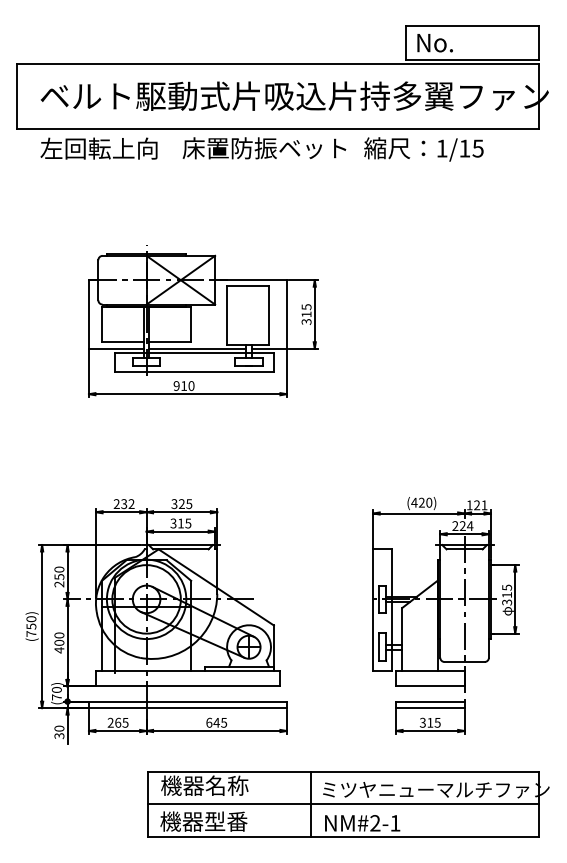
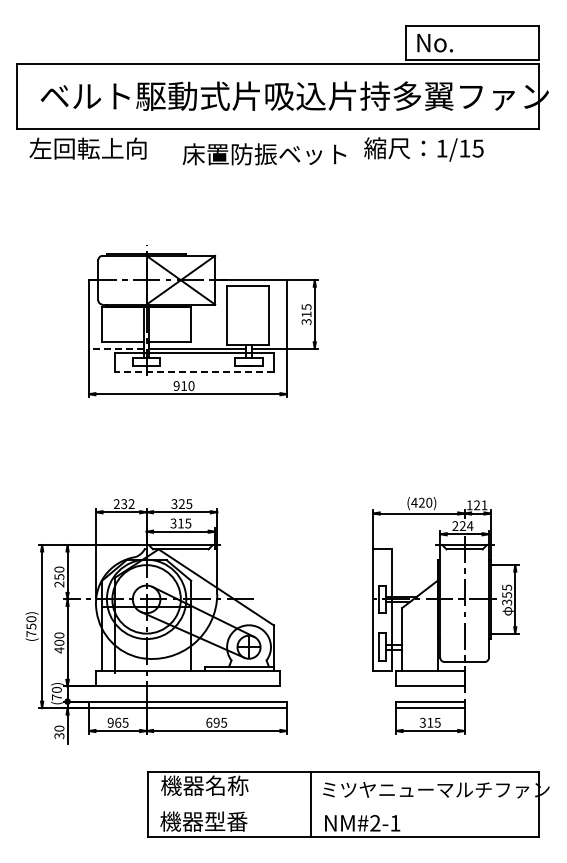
text at (98, 148) position: (98, 148) -> (87, 148)
text at (264, 148) position: (264, 148) -> (264, 154)
line at (116, 348): solid -> dashed
line at (194, 371): solid -> dashed
text at (507, 595): 315 -> 355
text at (110, 722): 265 -> 965
text at (216, 722): 645 -> 695
line at (343, 804): present -> none
